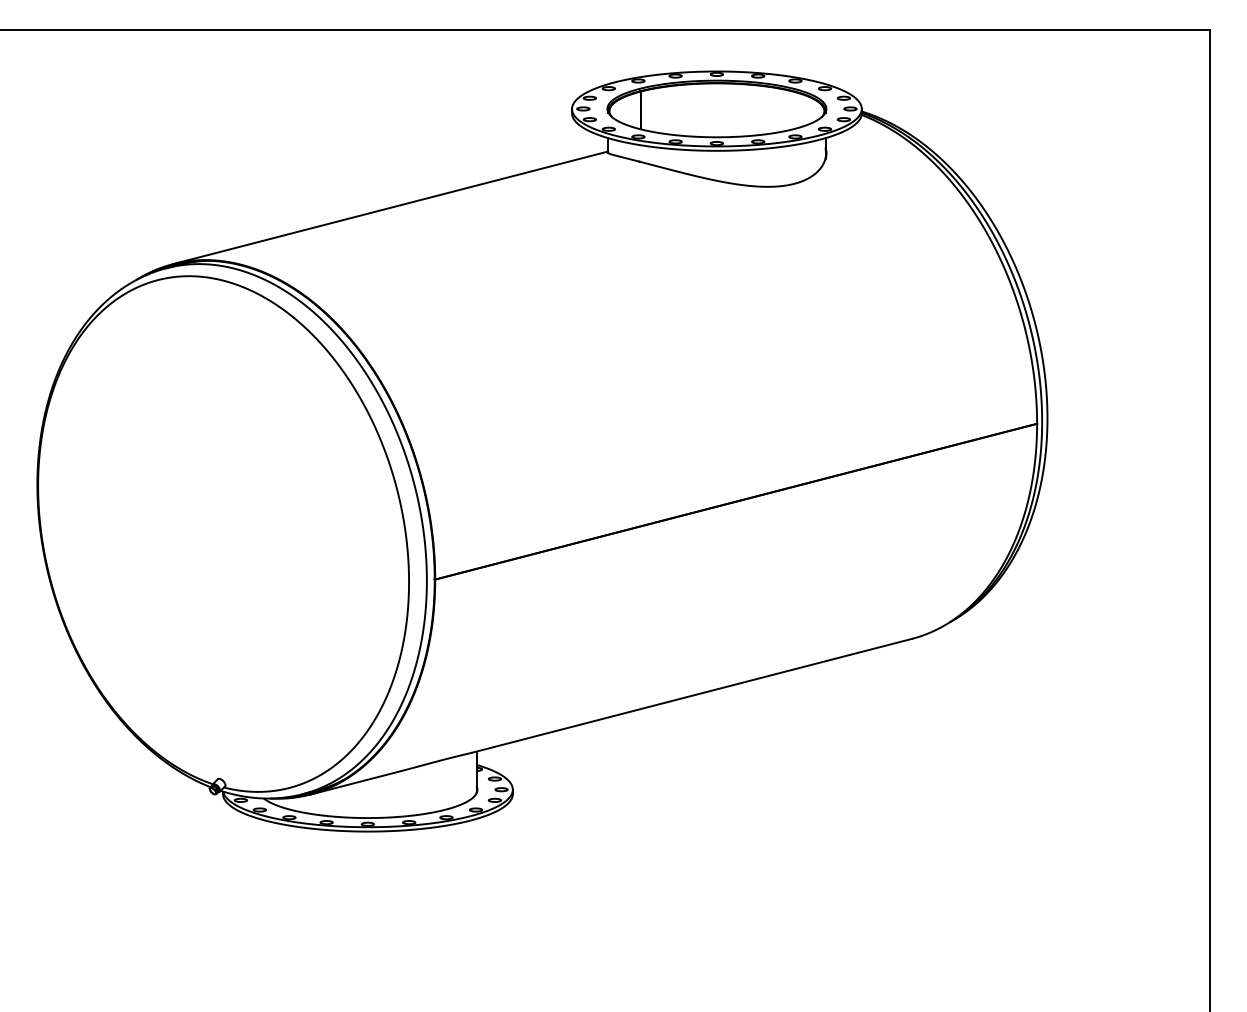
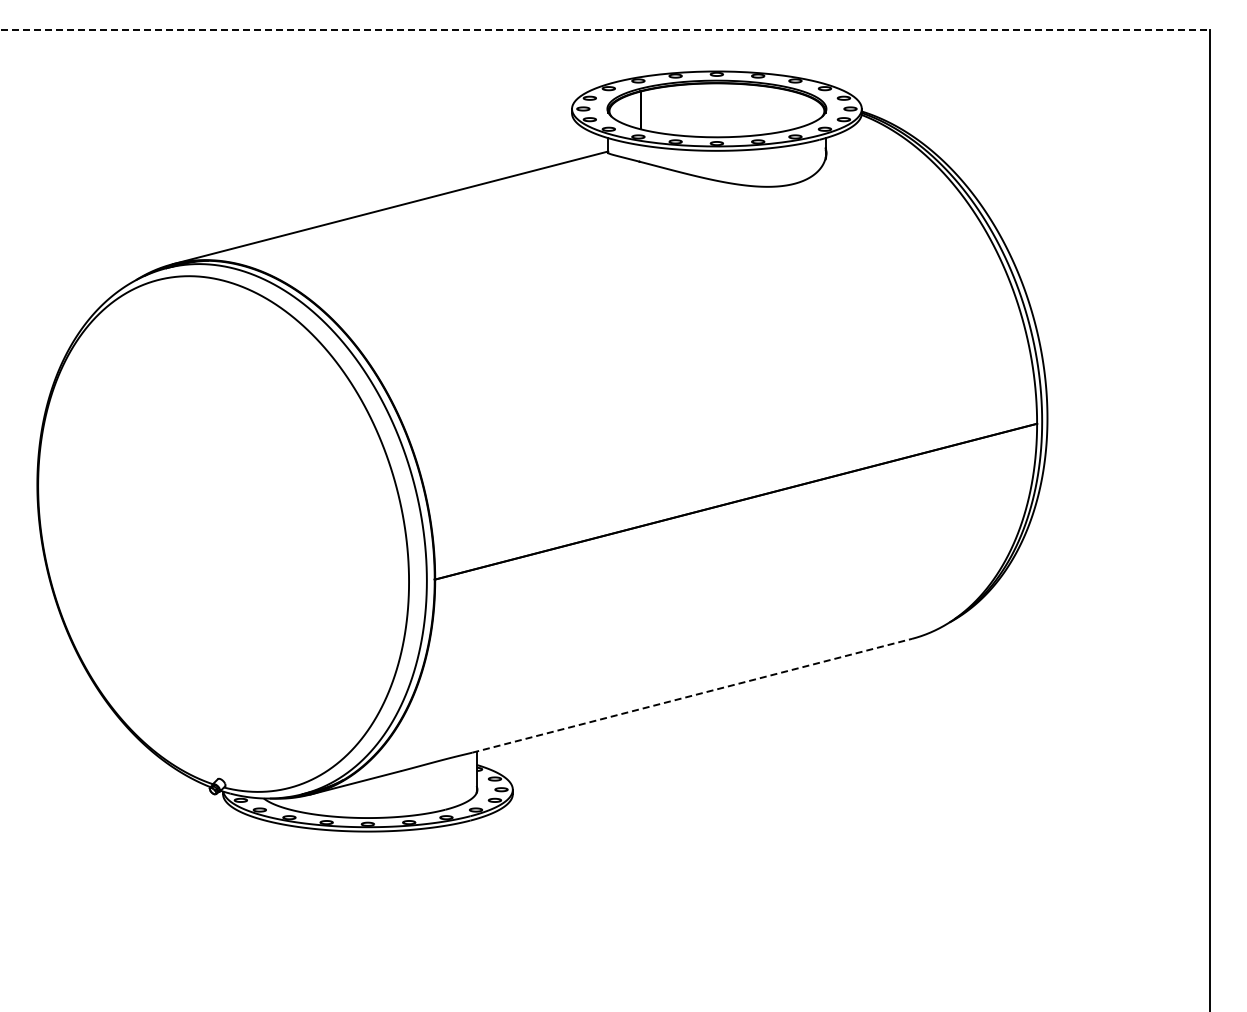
line at (605, 30): solid -> dashed
line at (692, 695): solid -> dashed
